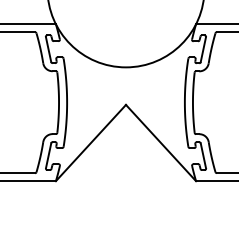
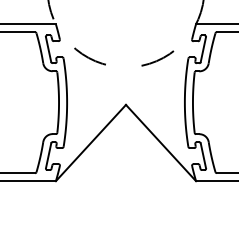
circle at (125, 33): solid -> dashed
